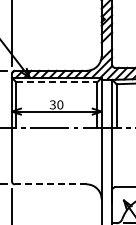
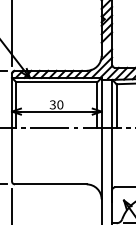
line at (57, 82): dashed -> solid
line at (50, 184): dashed -> solid
